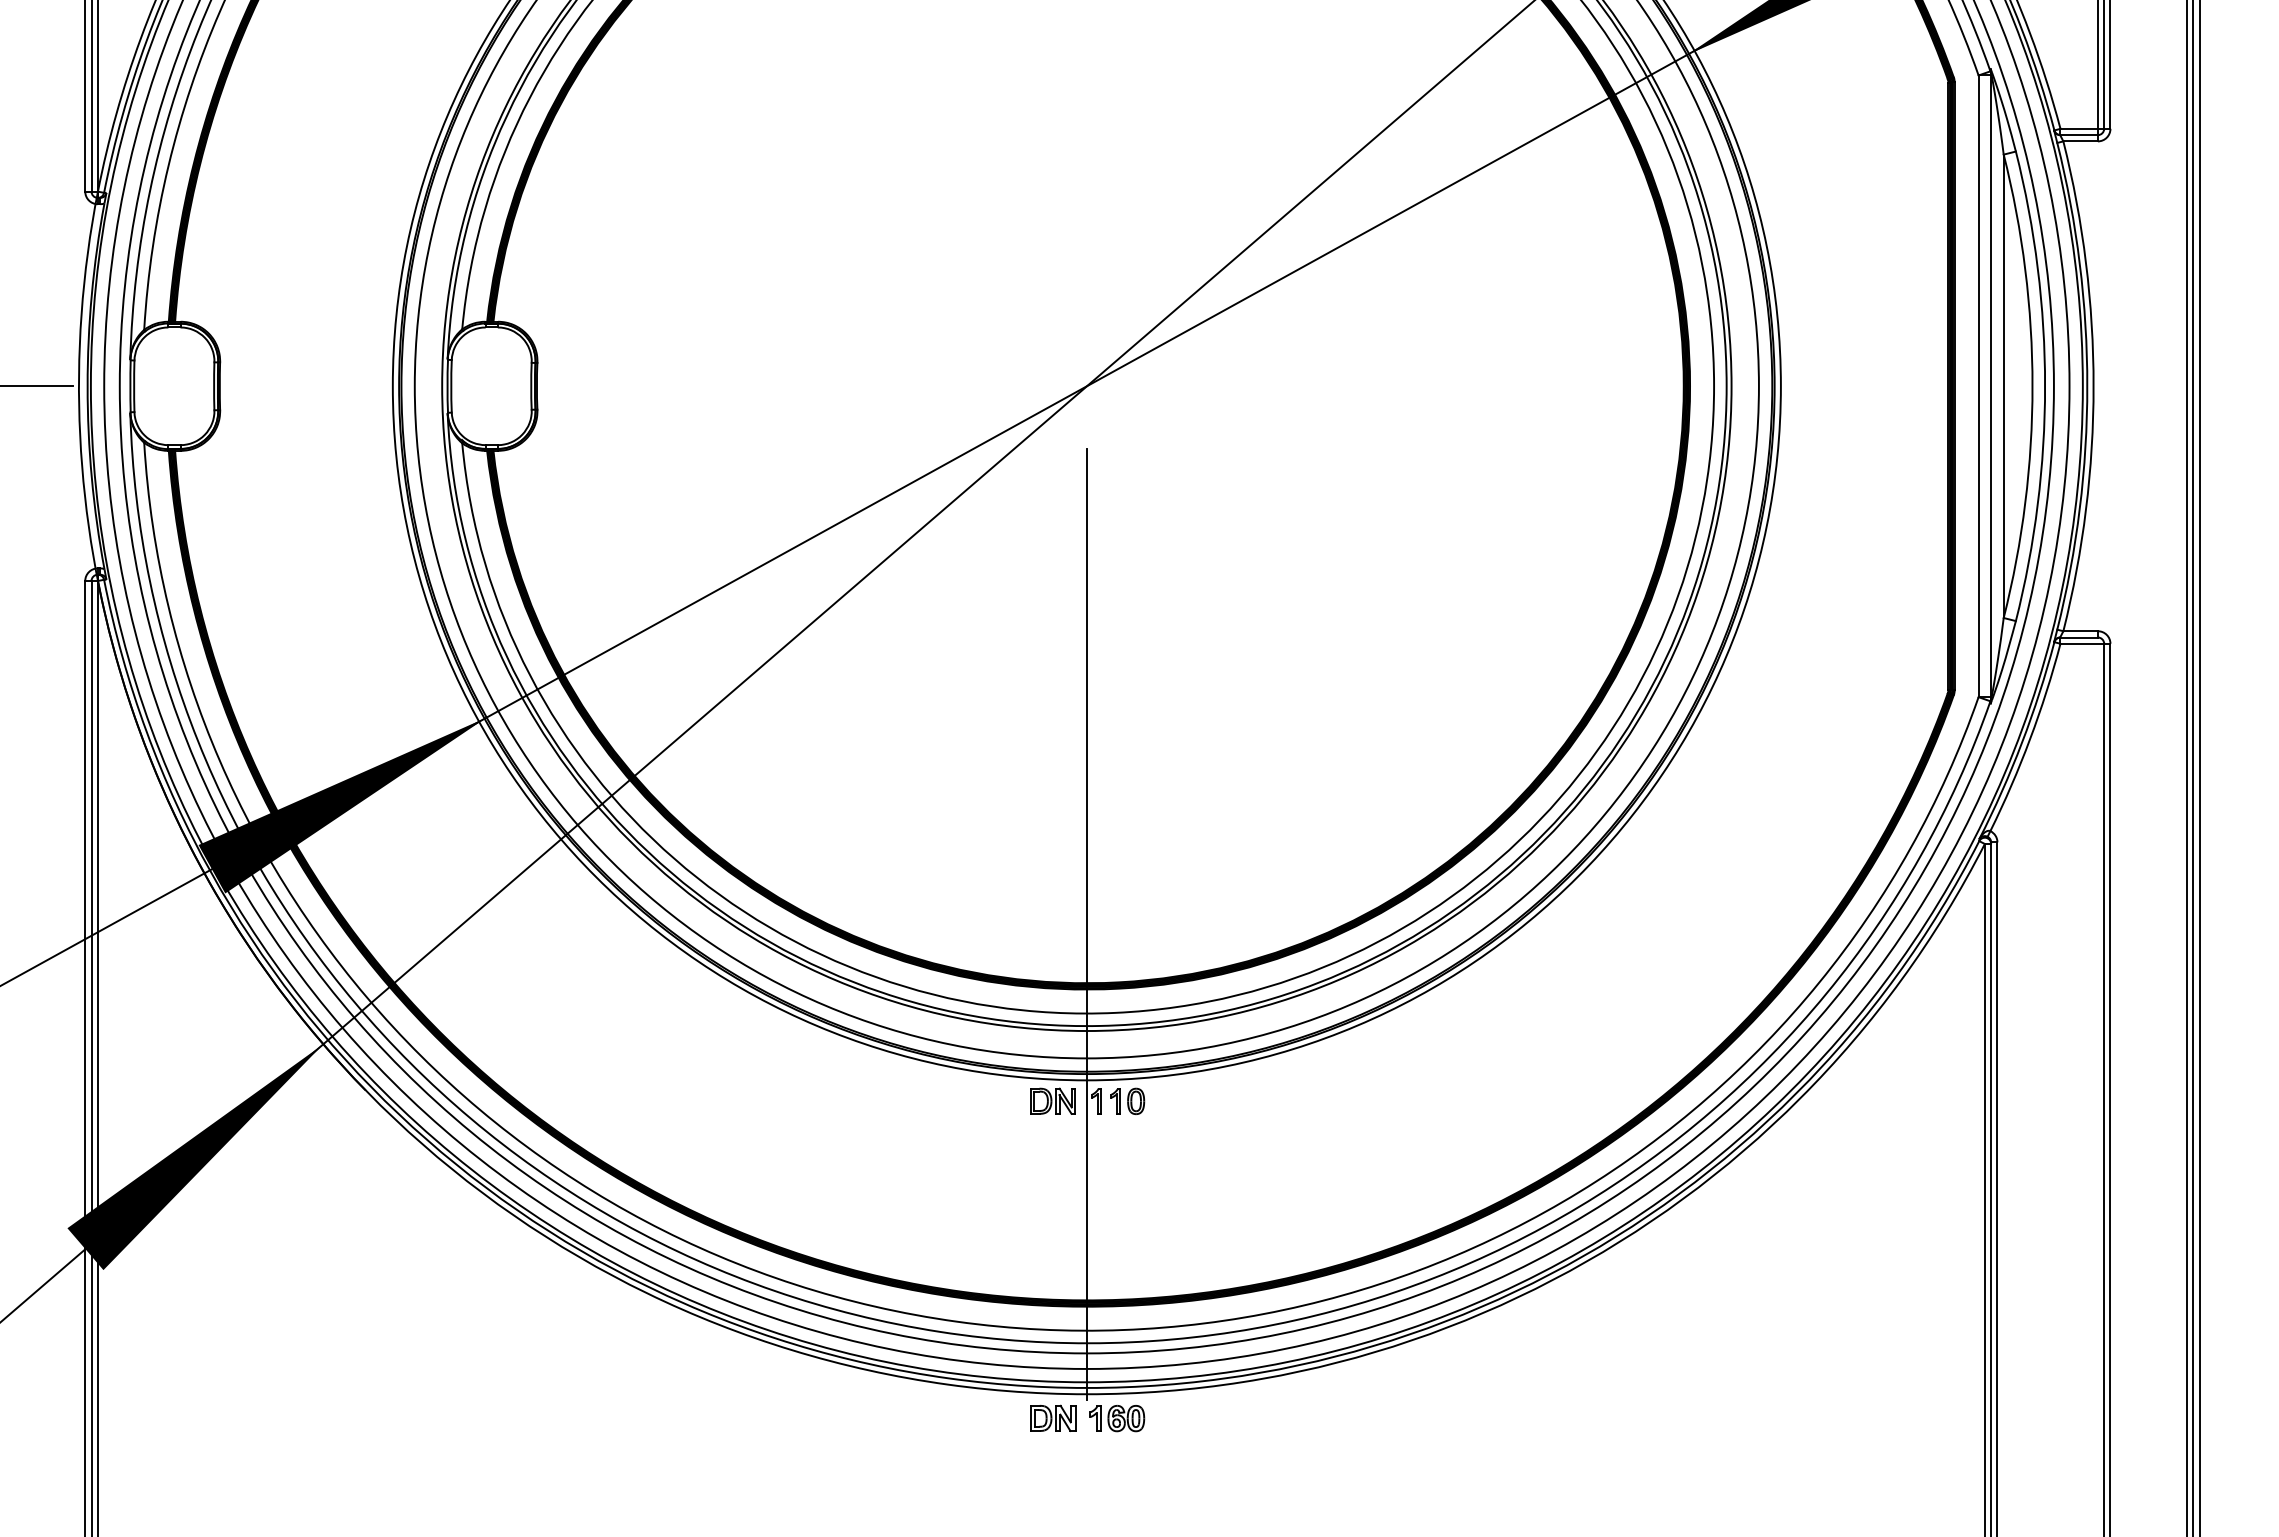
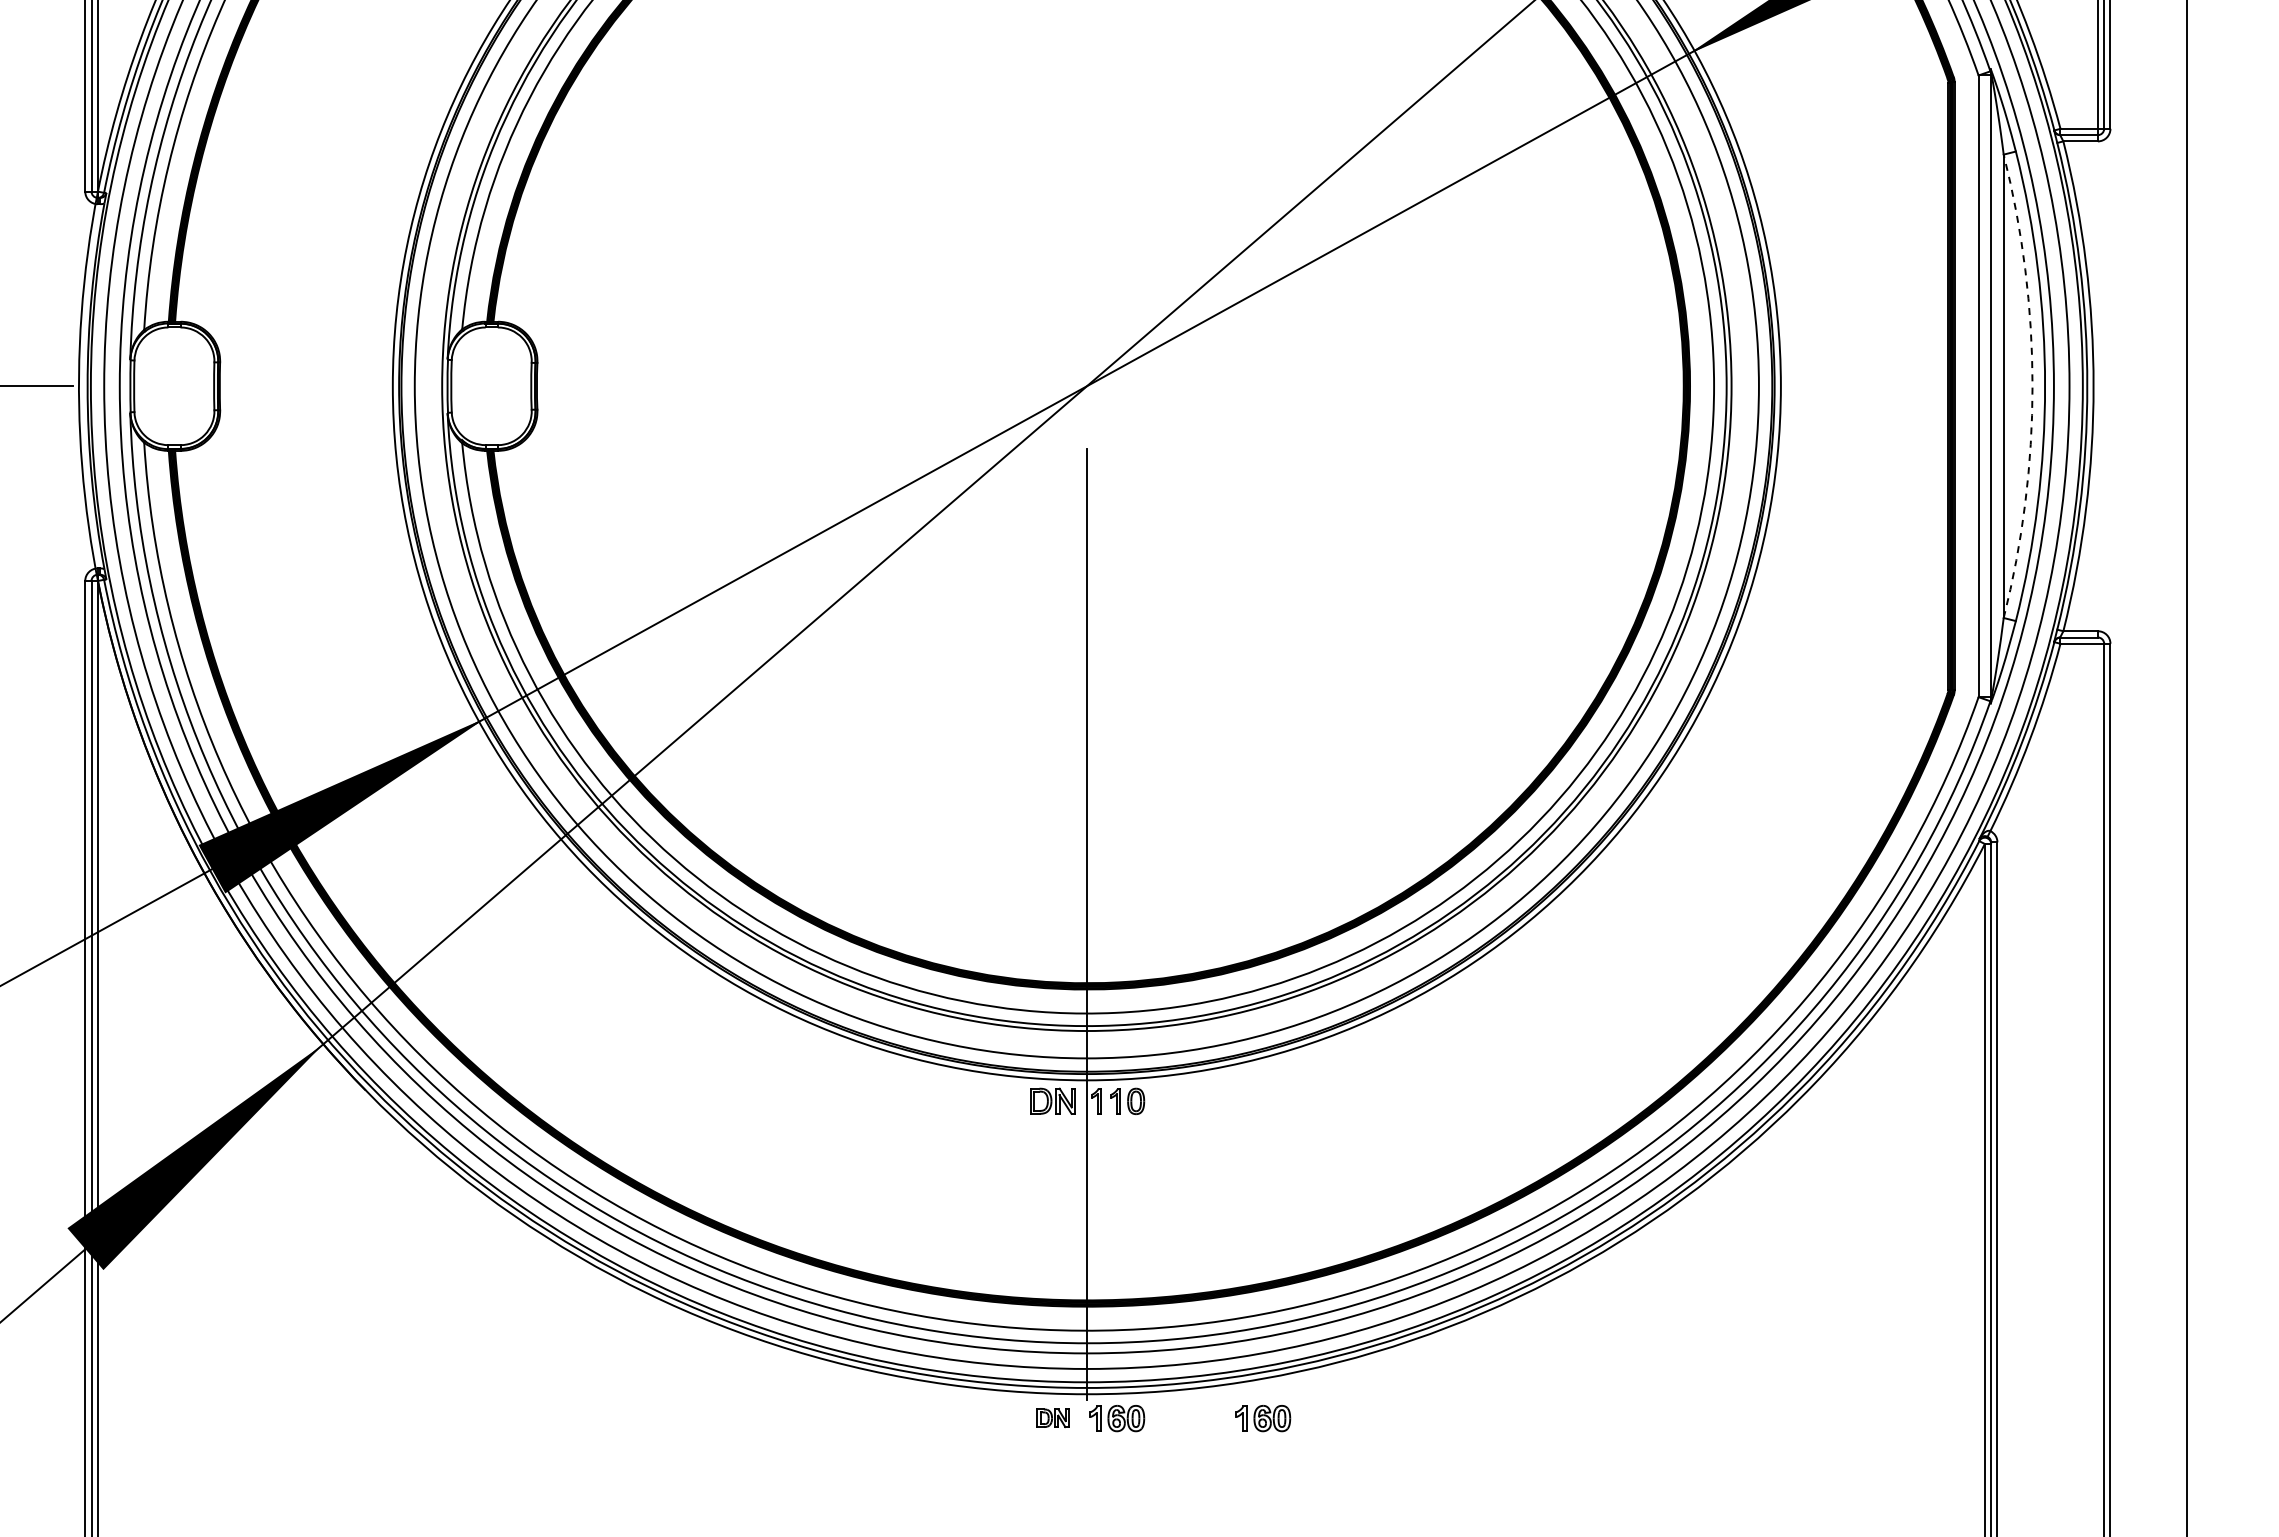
arc at (2032, 386): solid -> dashed
line at (2193, 767): present -> none
line at (2199, 767): present -> none
part at (1053, 1417) size: 47x28 px -> 34x21 px
part at (1263, 1418): none -> present
